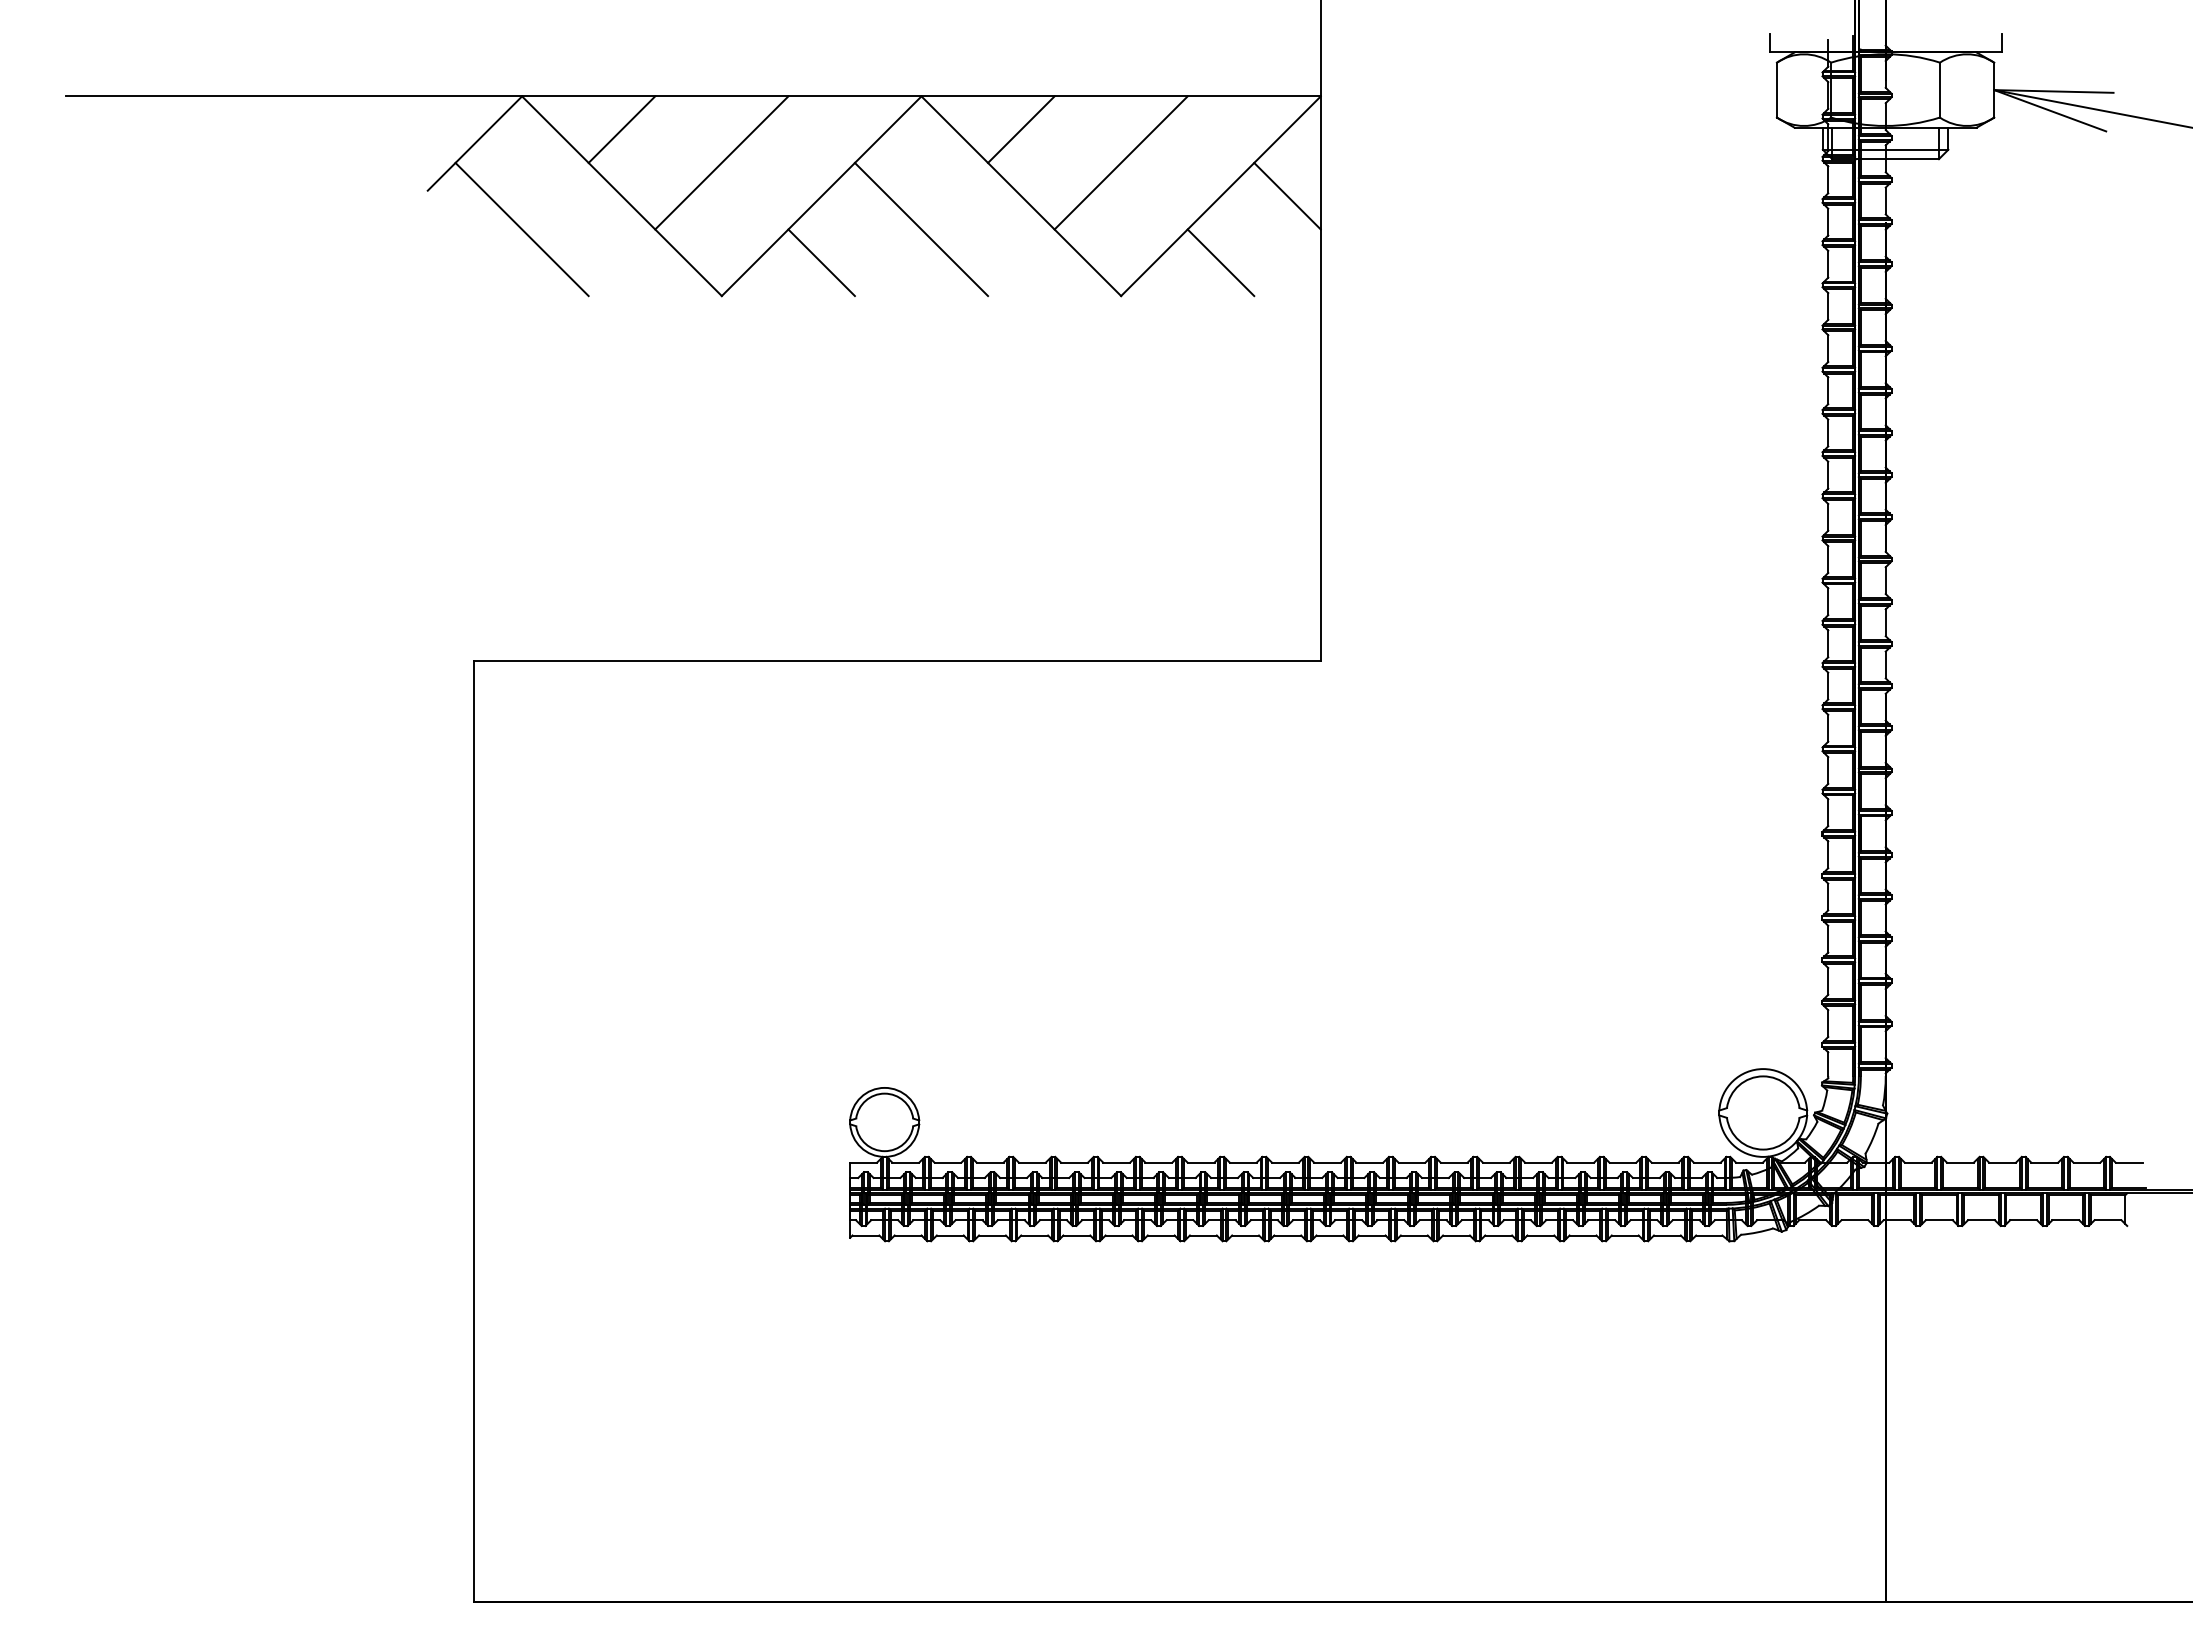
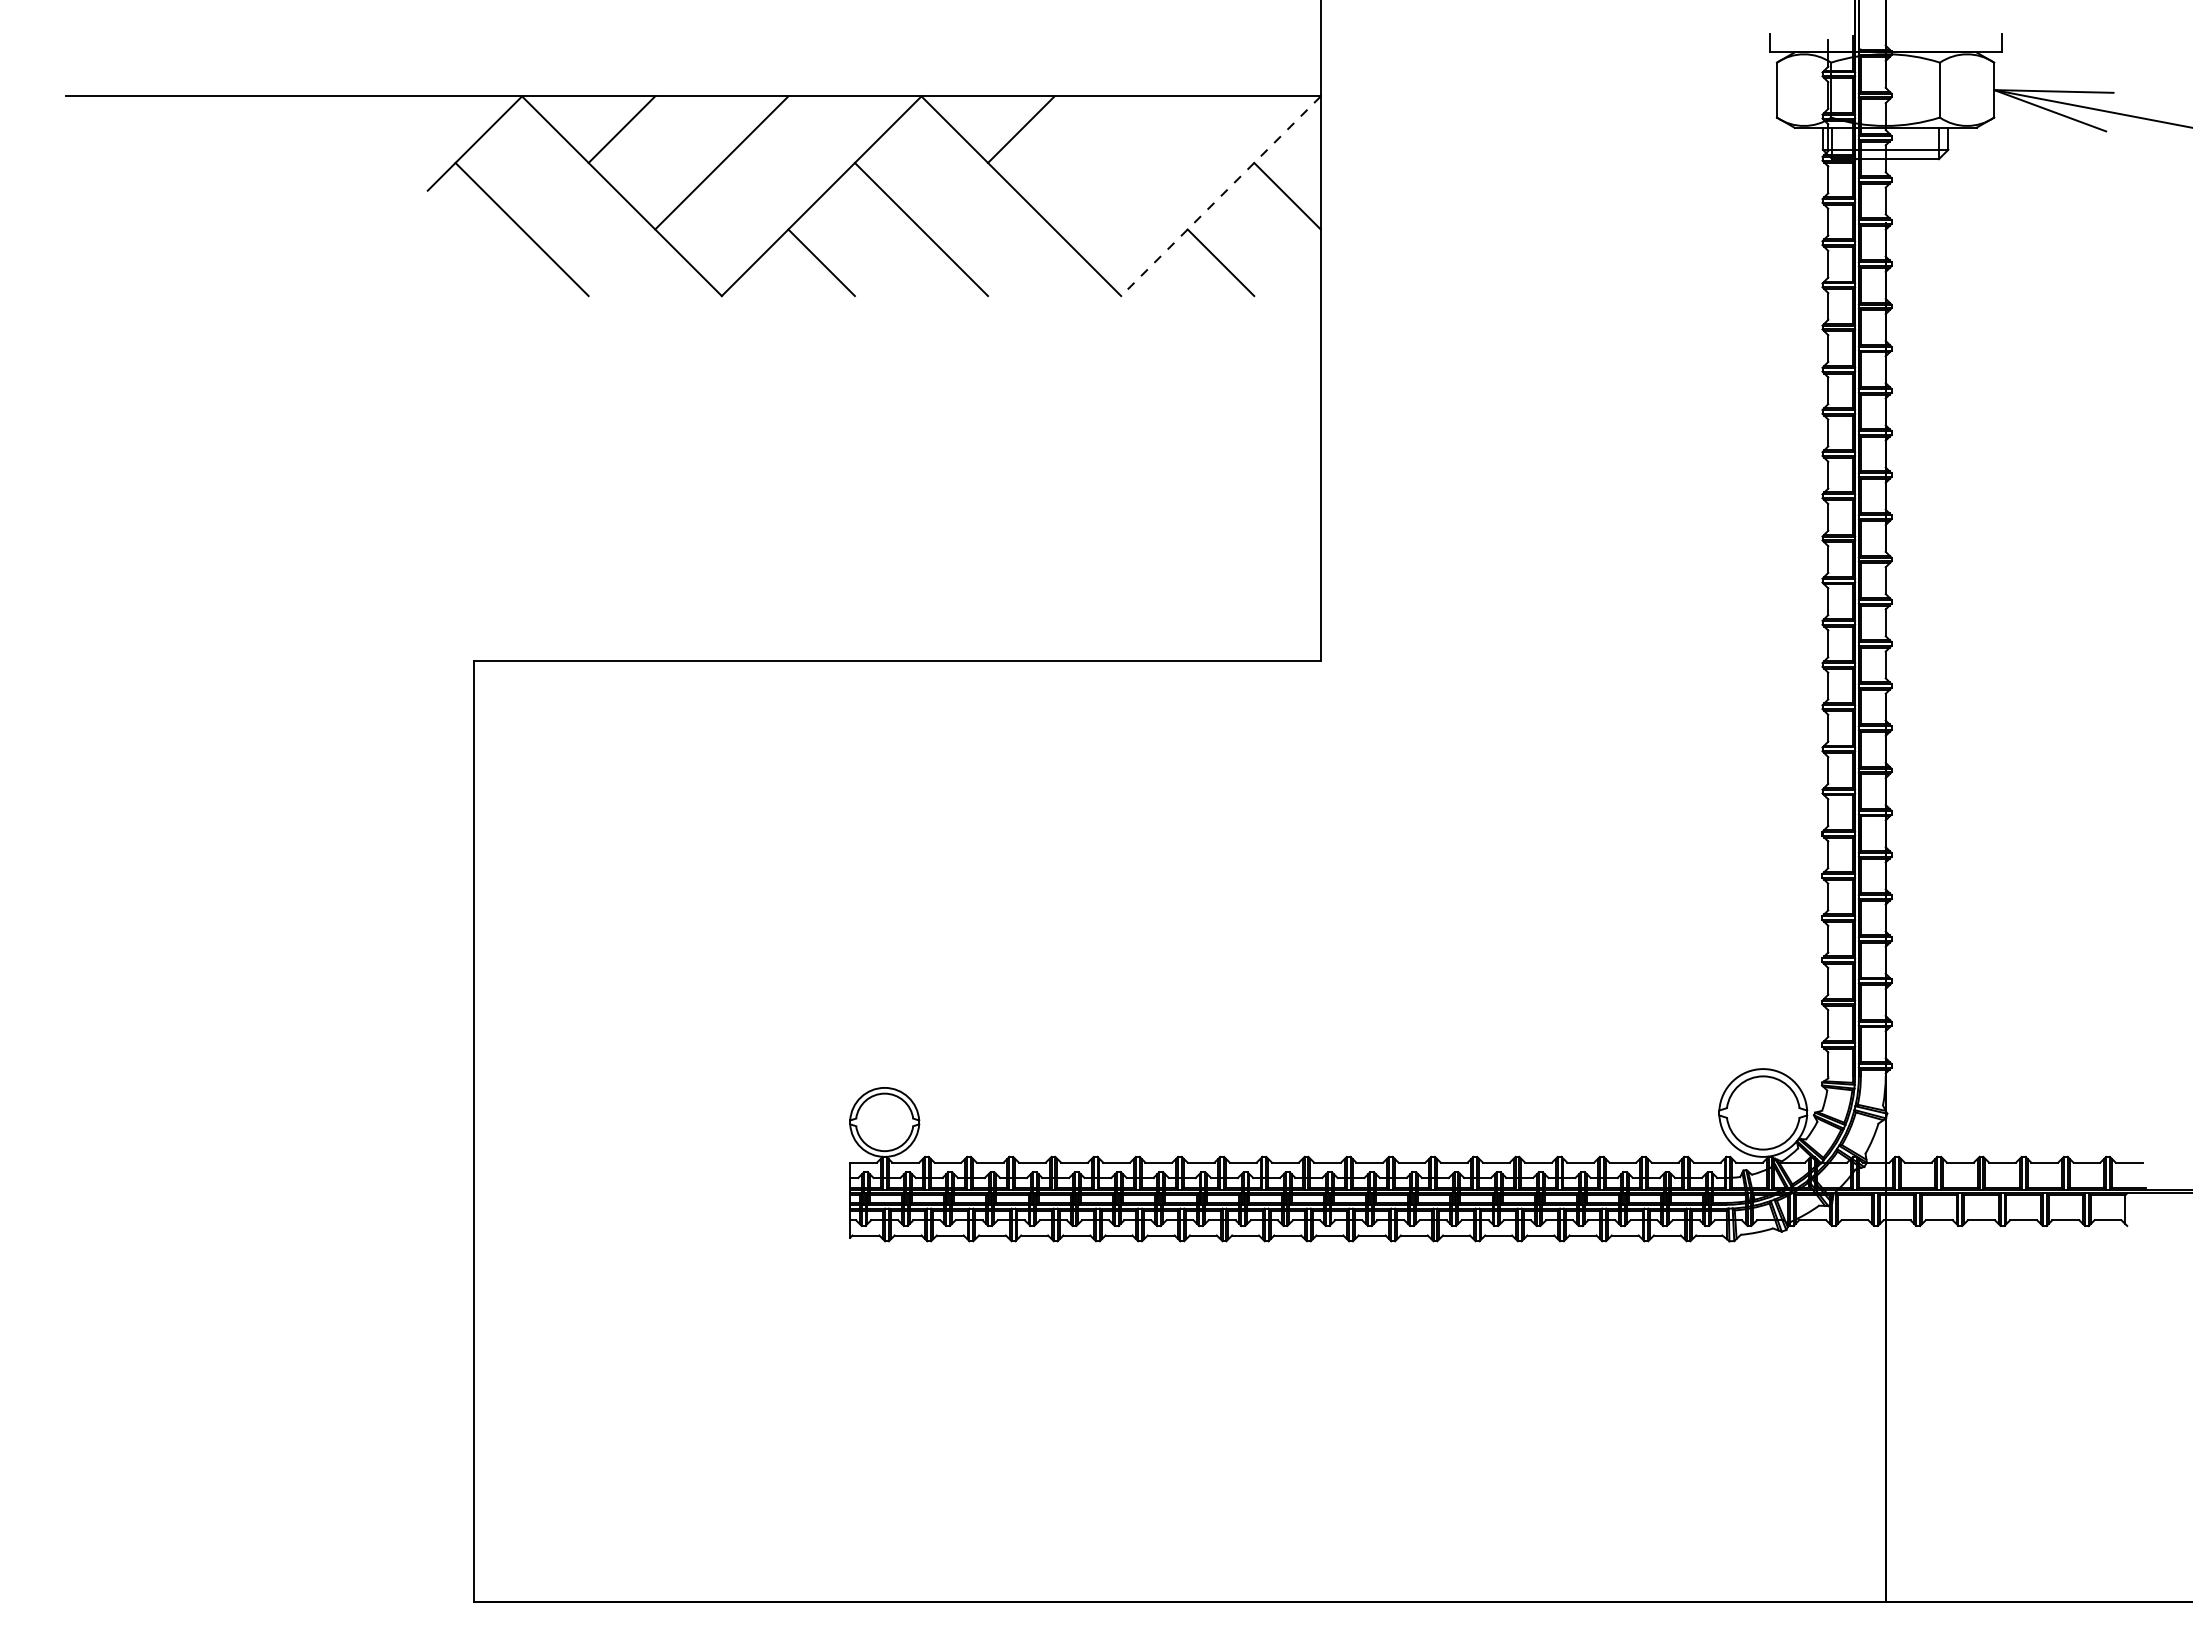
line at (1120, 162): present -> none
line at (1220, 196): solid -> dashed
